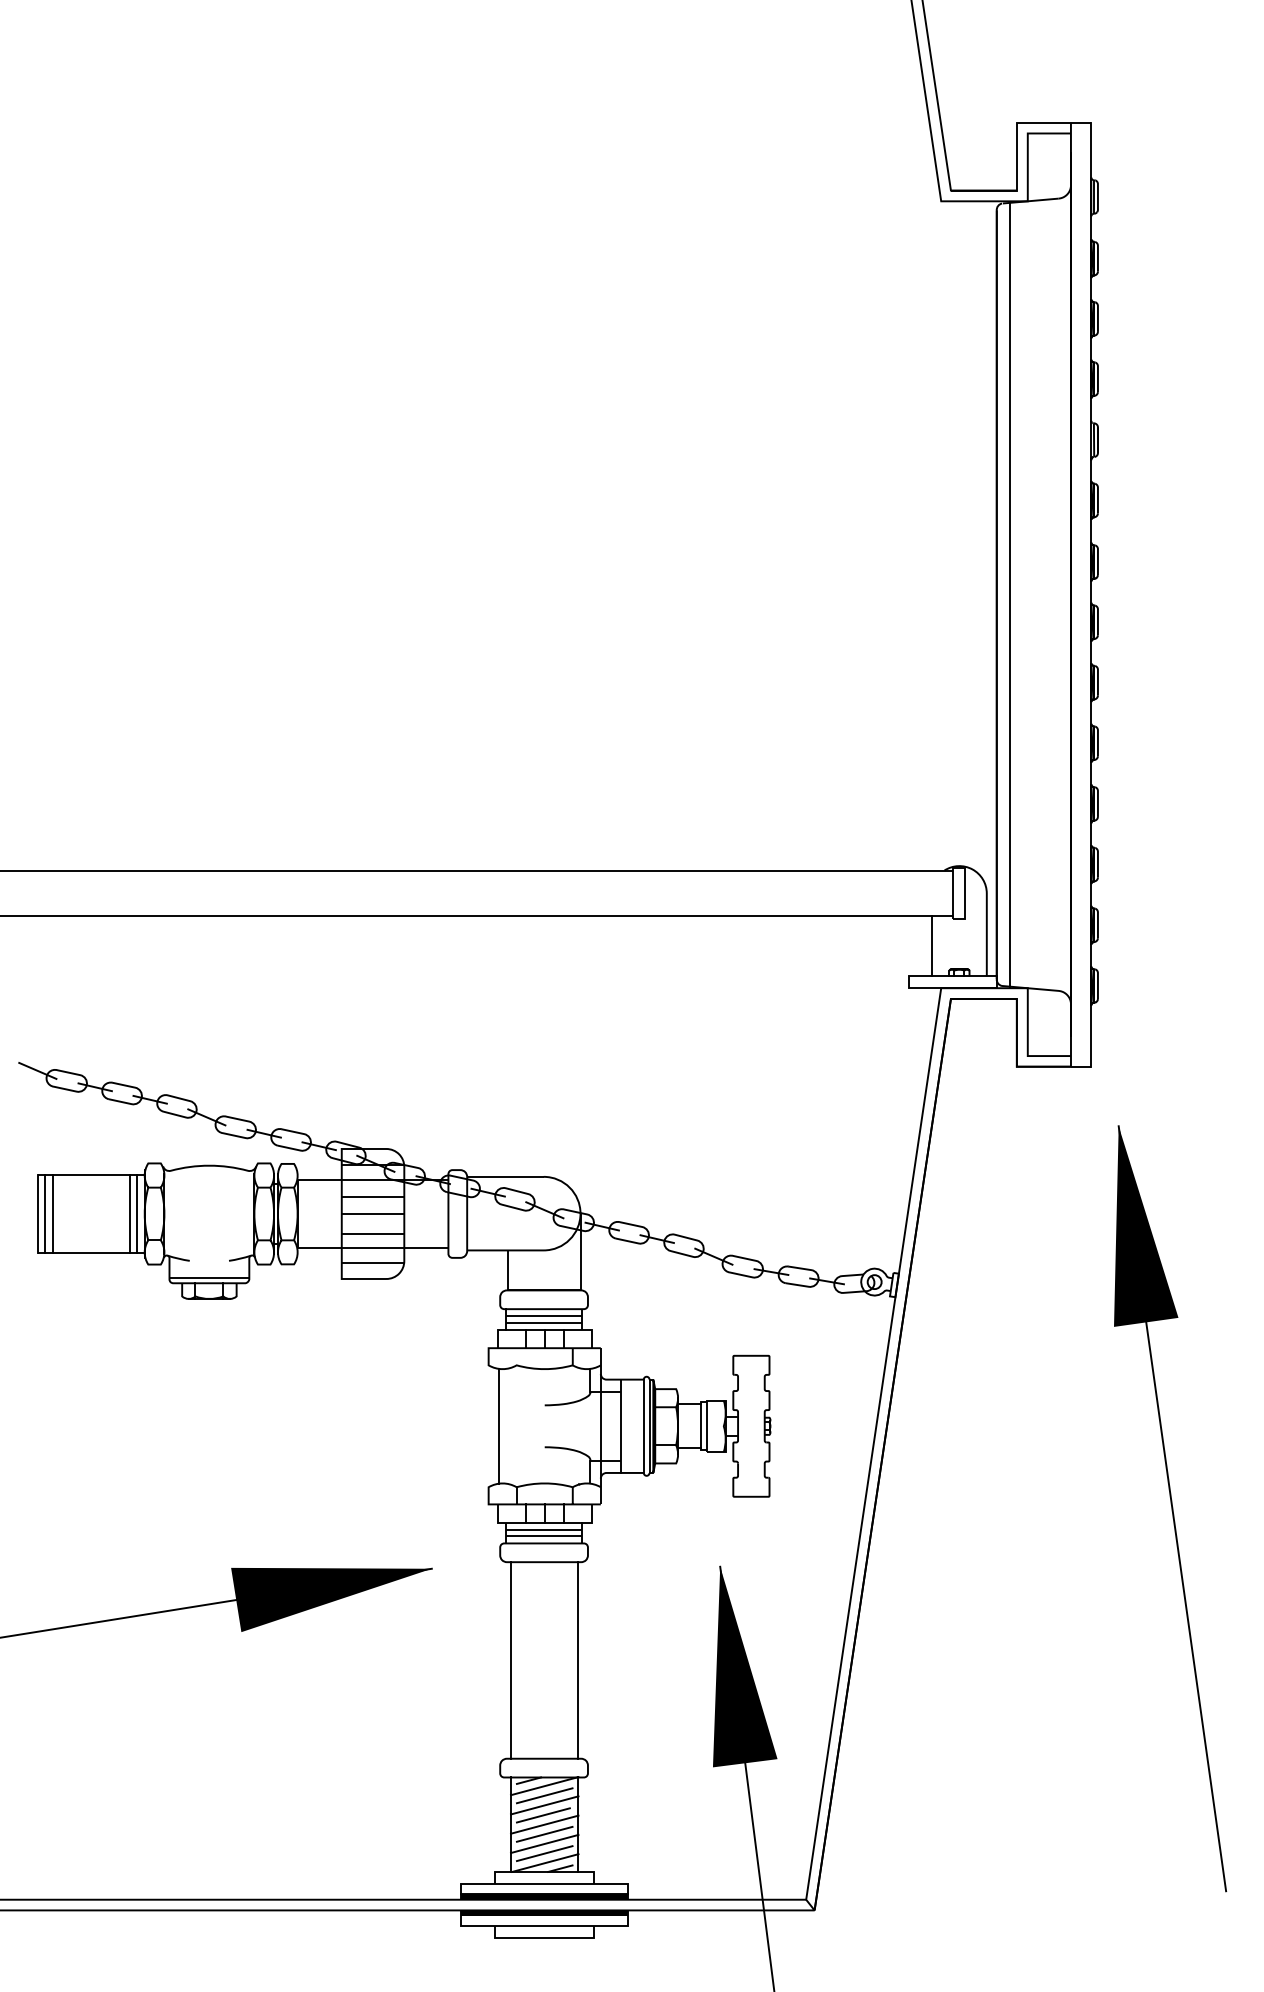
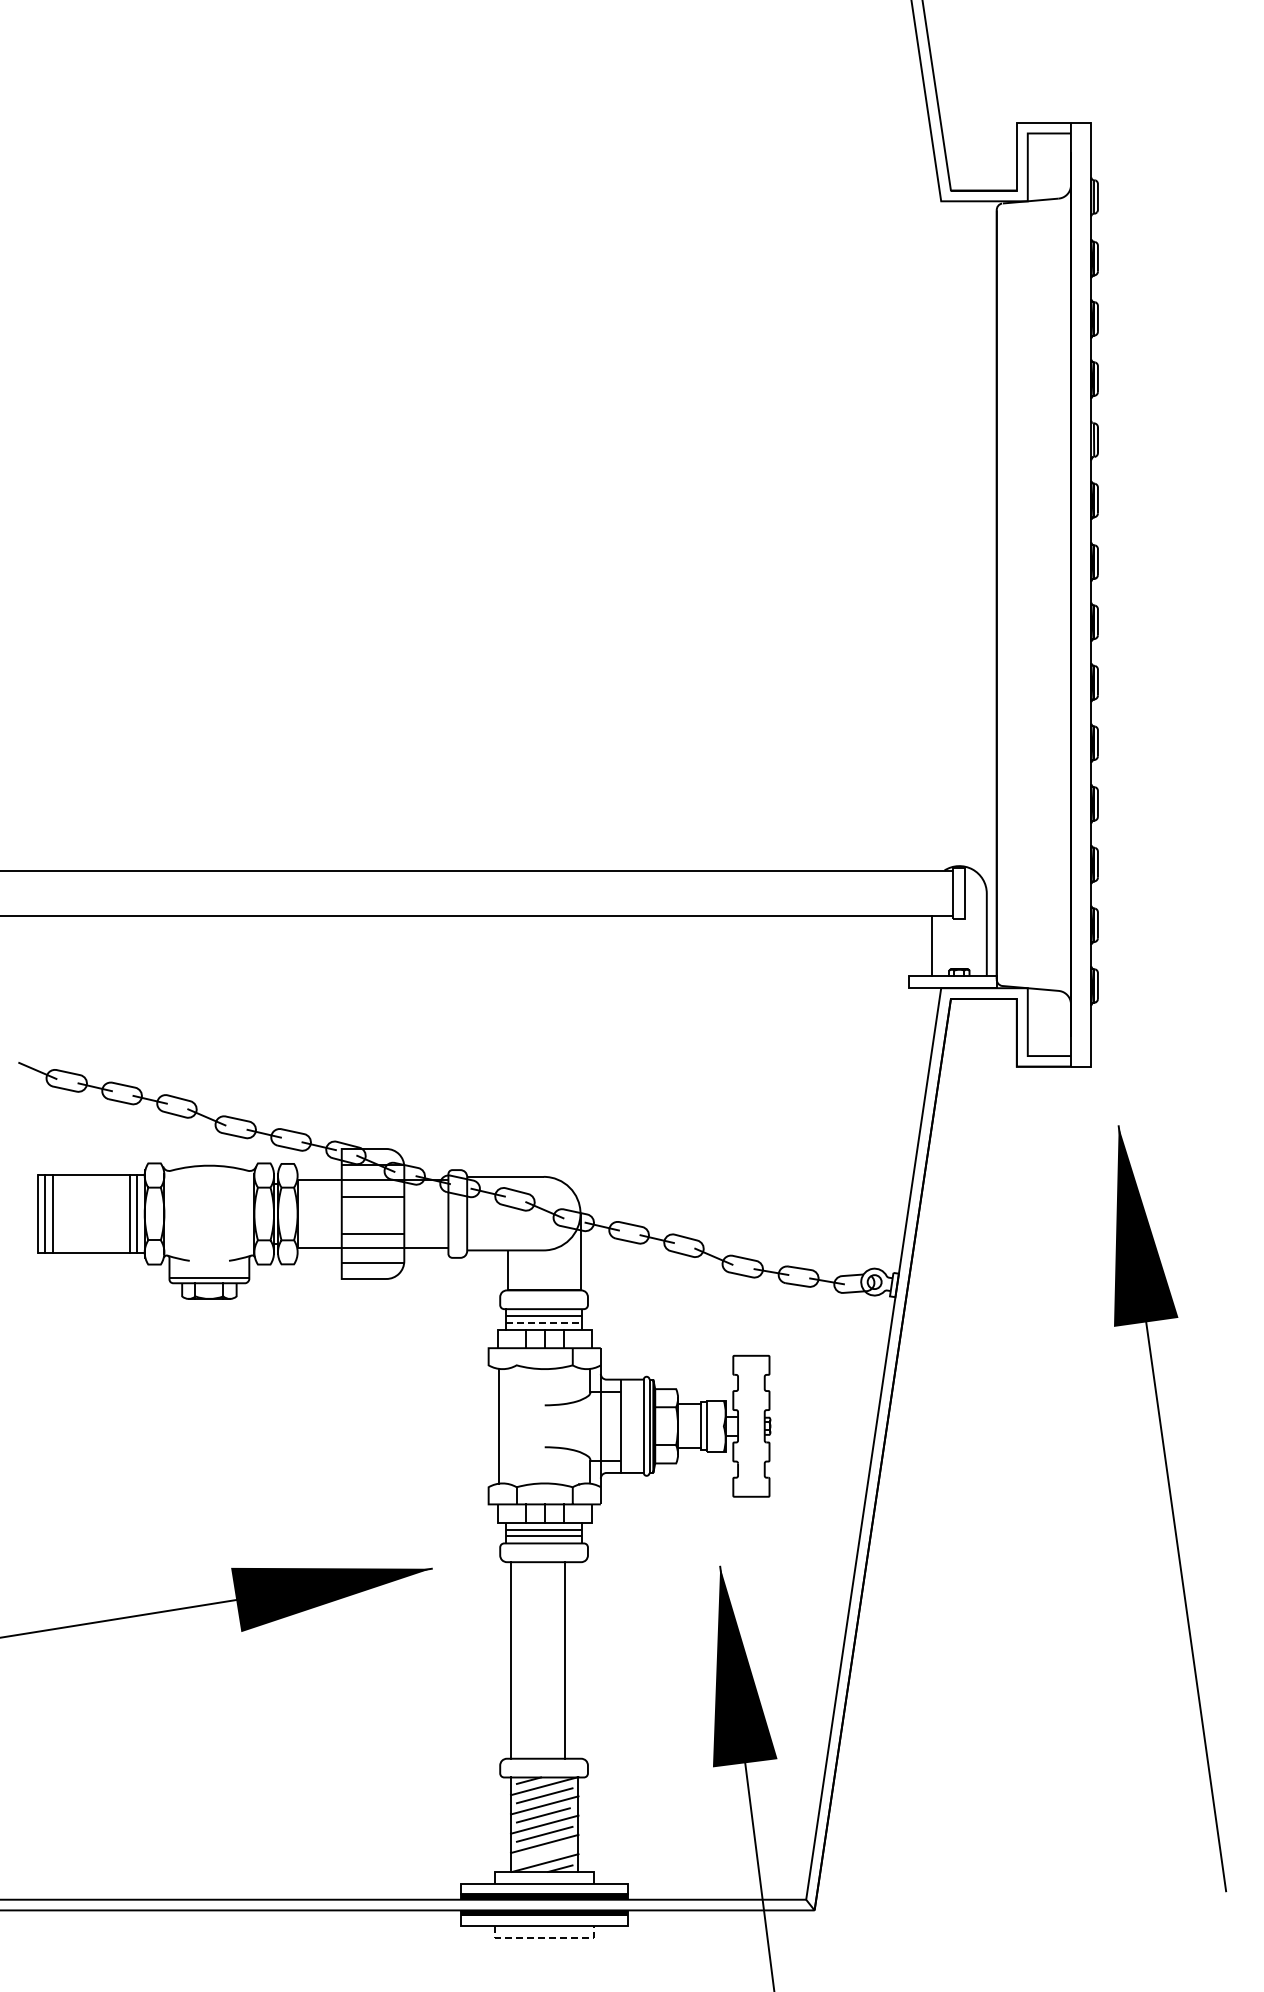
line at (1010, 594): present -> none
line at (372, 1213): present -> none
line at (544, 1323): solid -> dashed
line at (578, 1660) position: (578, 1660) -> (565, 1660)
line at (544, 1853): present -> none
line at (544, 1938): solid -> dashed
